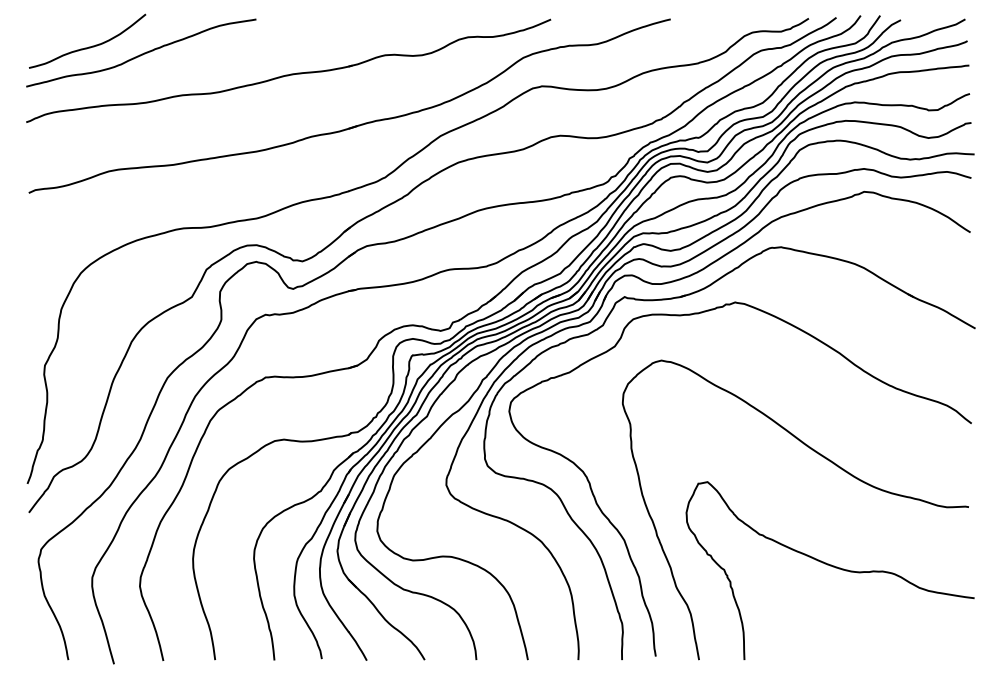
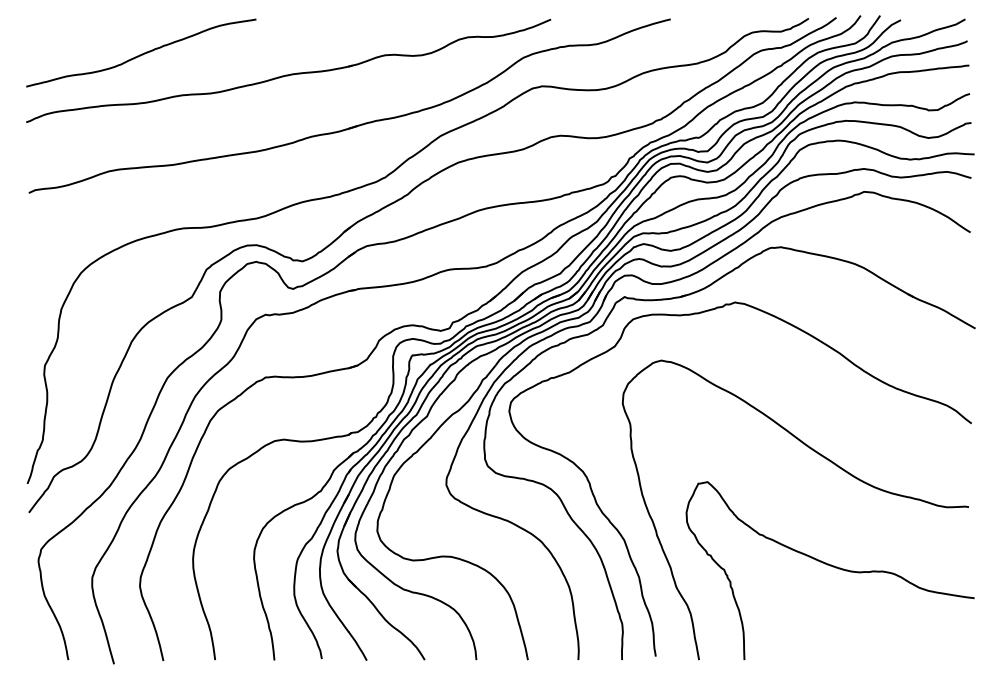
curve at (88, 46): present -> none
